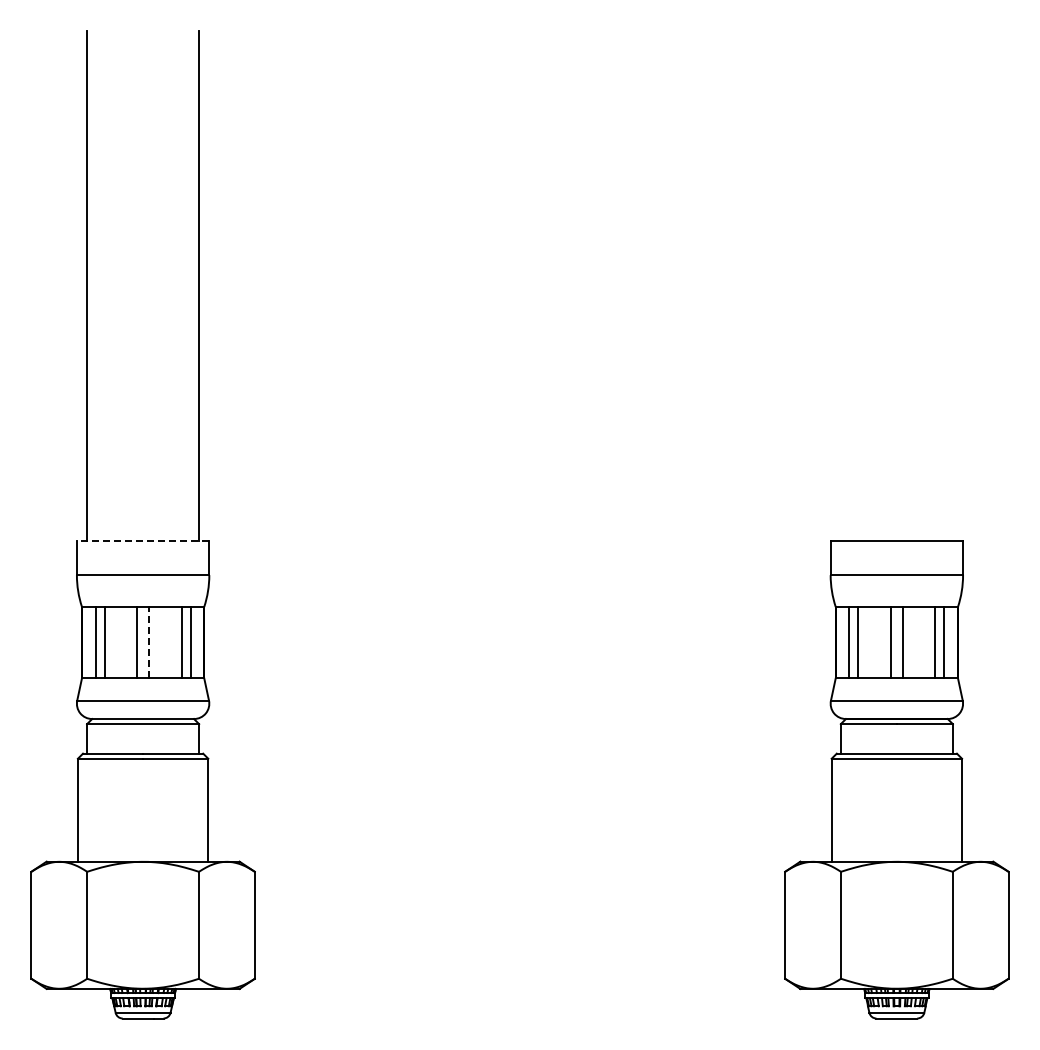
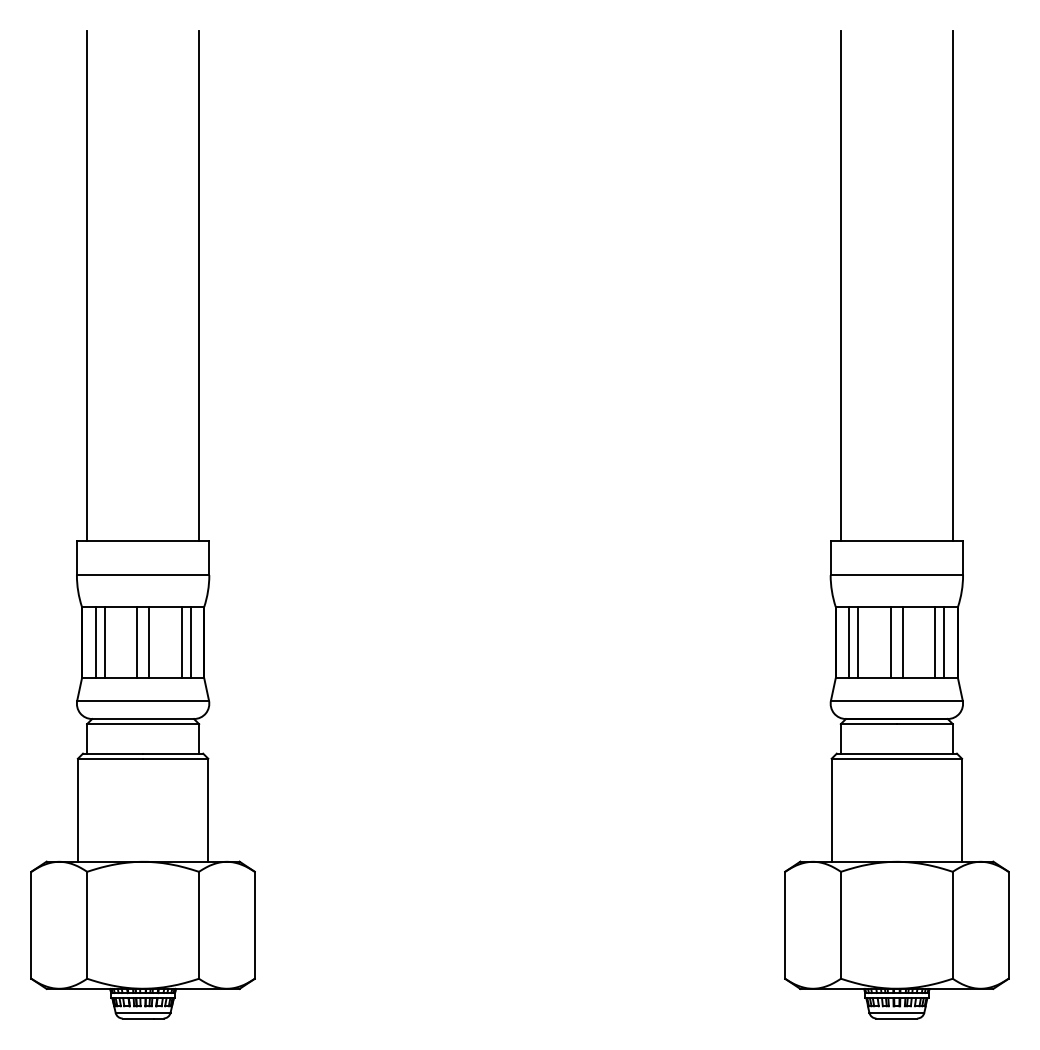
line at (840, 285): none -> present
line at (952, 285): none -> present
line at (142, 540): dashed -> solid
line at (149, 642): dashed -> solid
